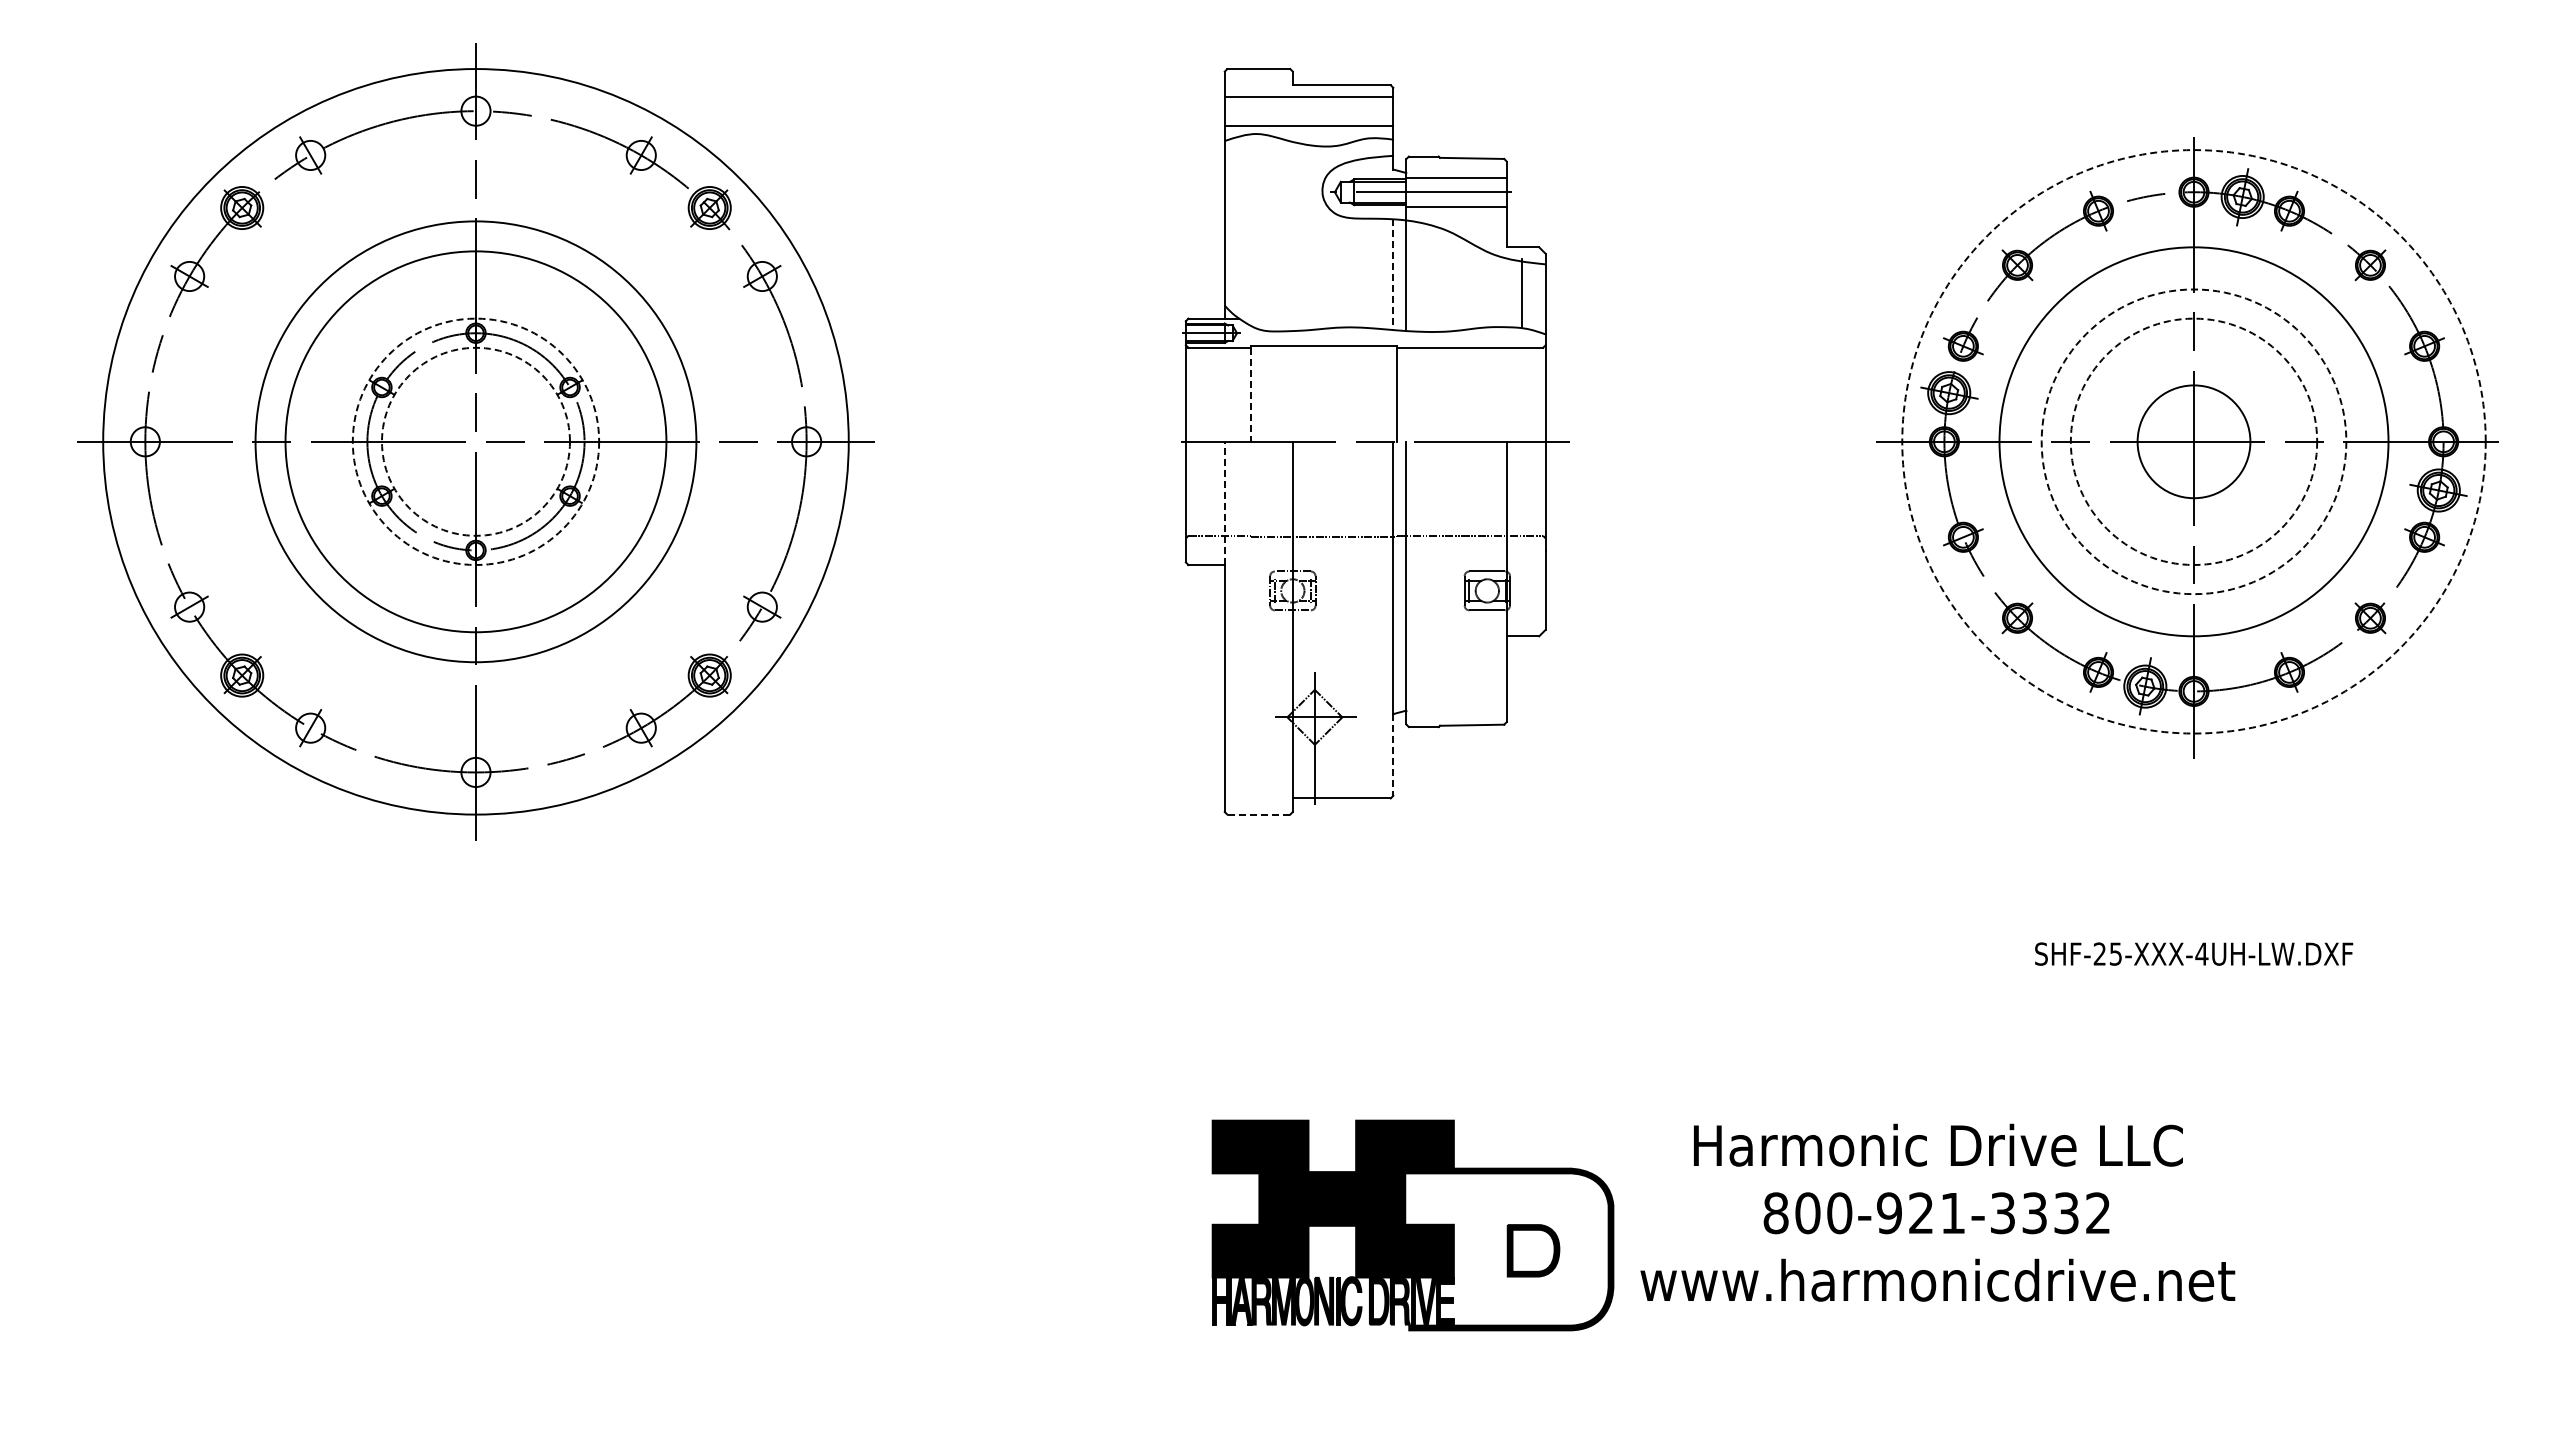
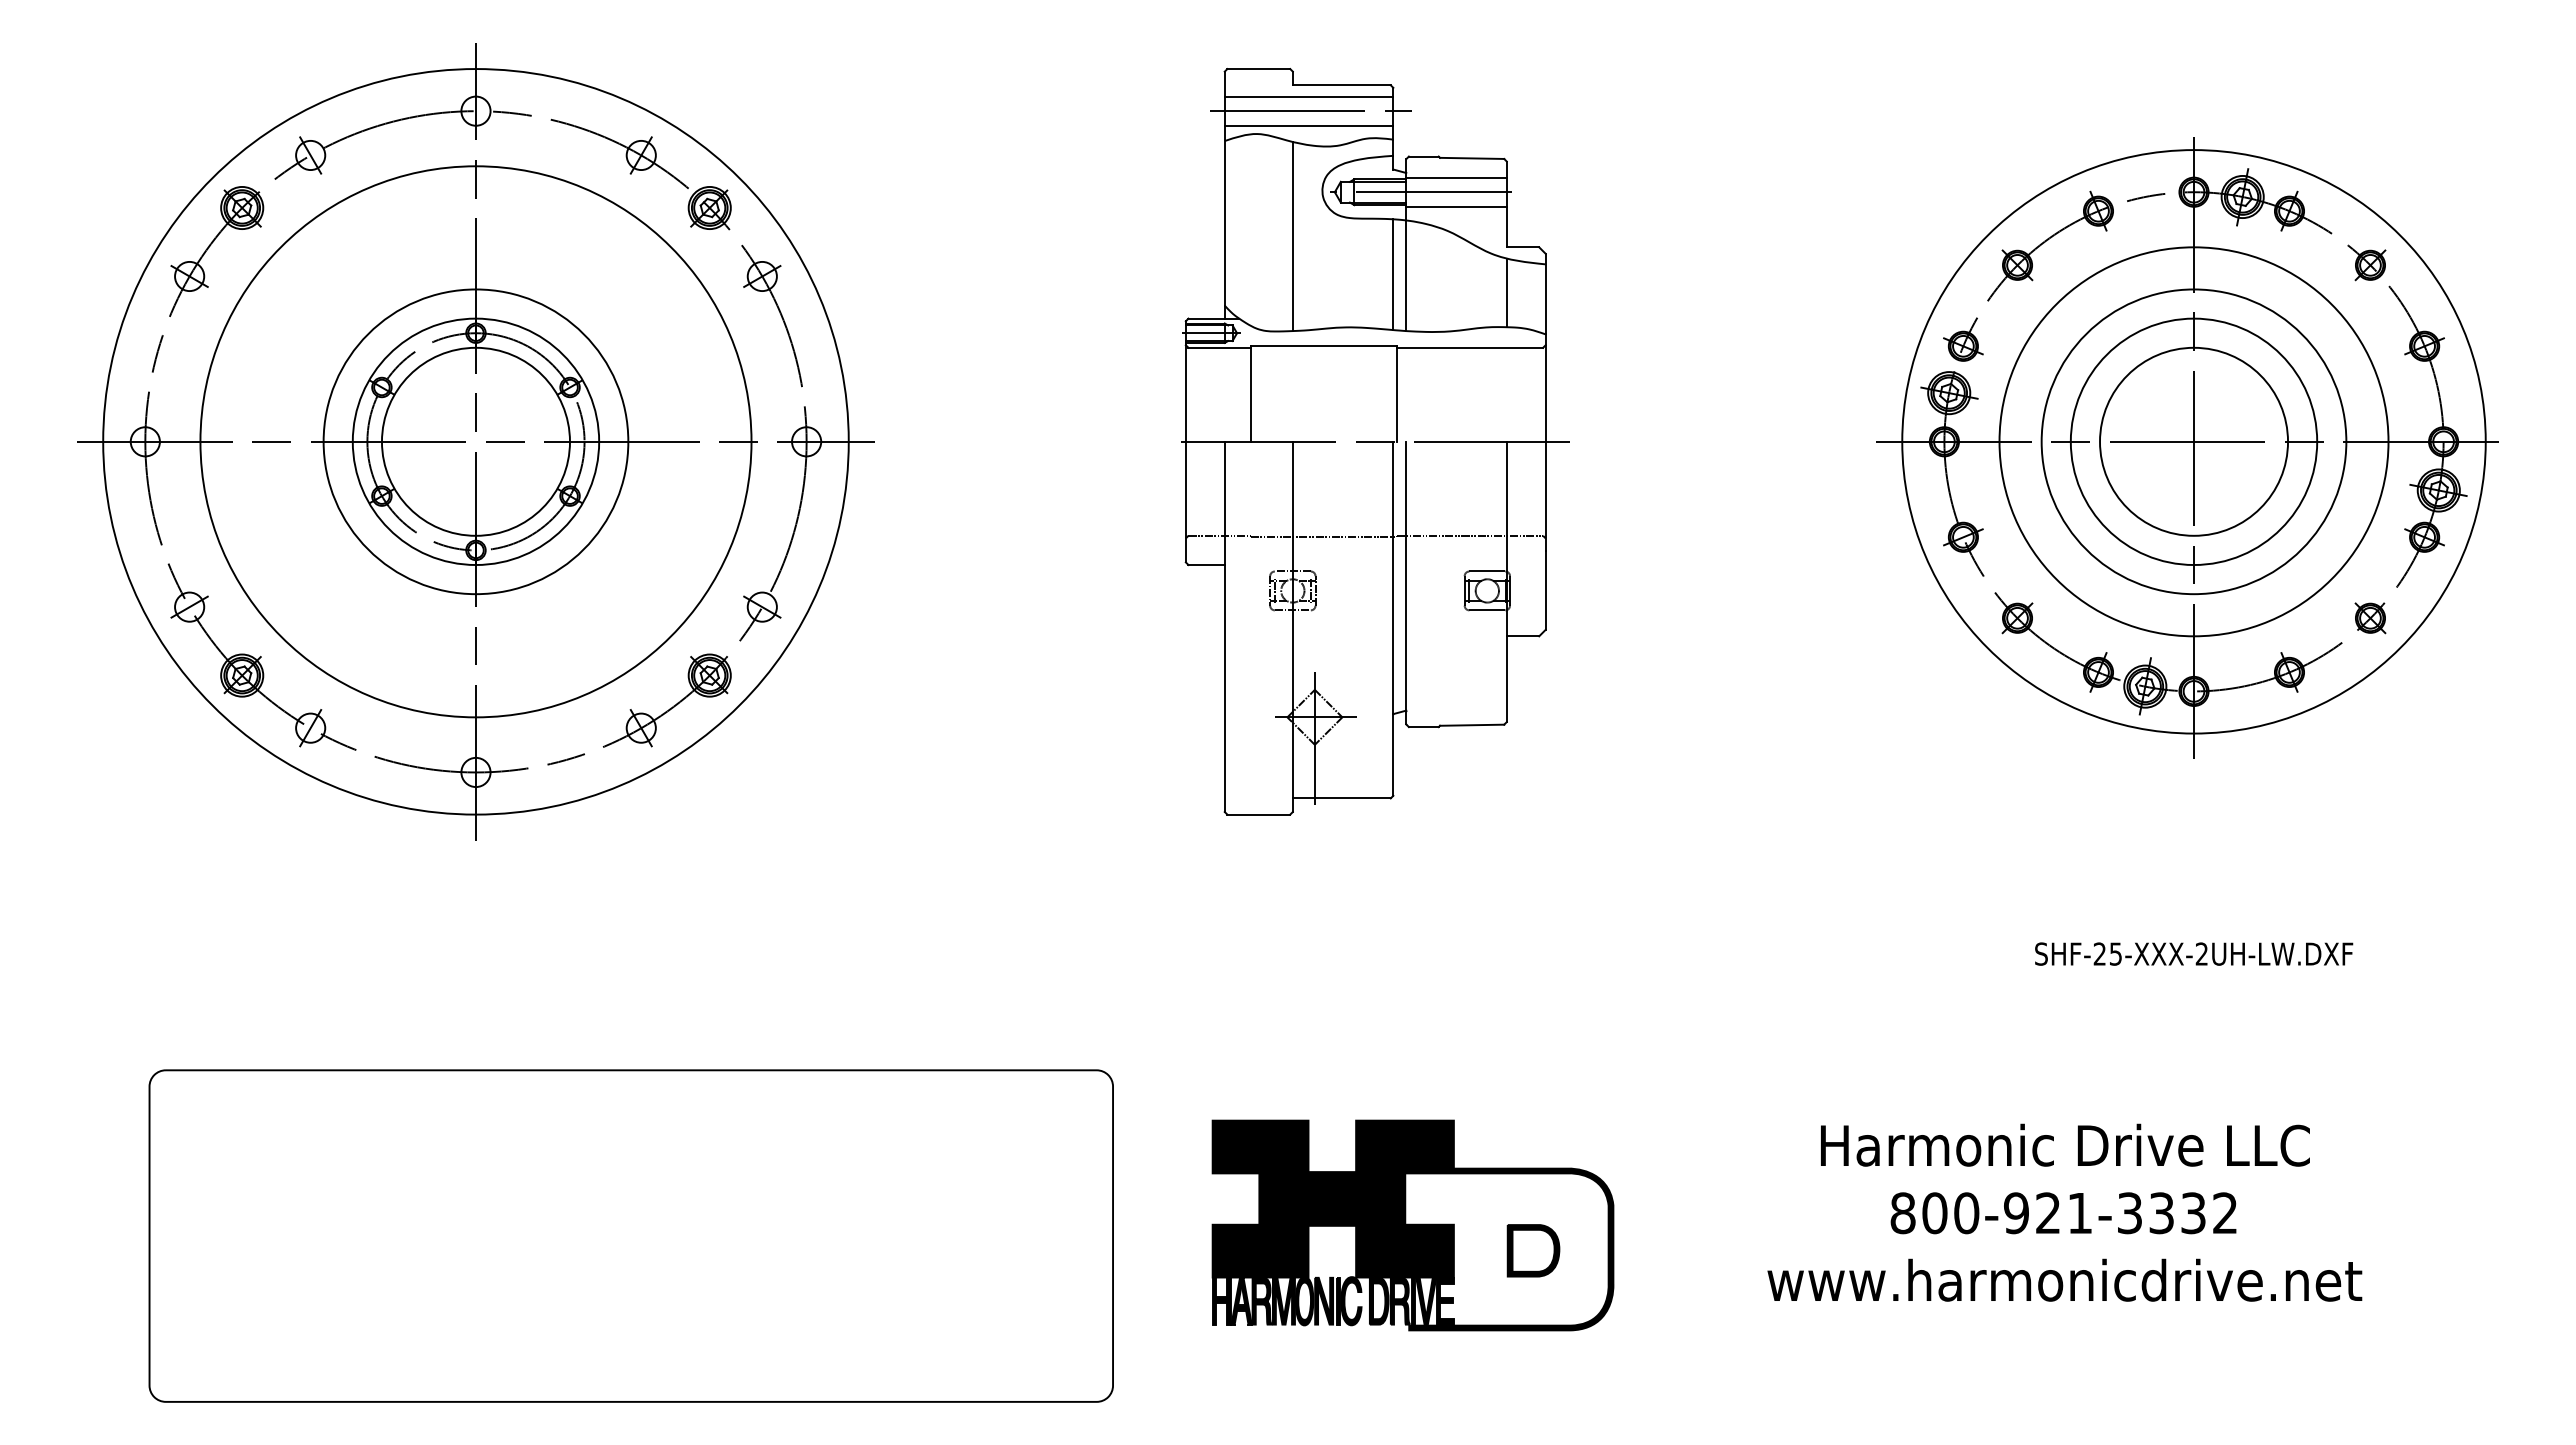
line at (1310, 111): none -> present
line at (1292, 236): none -> present
line at (1393, 275): dashed -> solid
line at (1521, 292) position: (1521, 292) -> (1506, 292)
line at (1250, 395): dashed -> solid
circle at (475, 441) diameter: 381 px -> 305 px
circle at (475, 441) diameter: 441 px -> 551 px
circle at (475, 441): dashed -> solid
circle at (475, 441): dashed -> solid
circle at (2193, 441) diameter: 113 px -> 188 px
circle at (2193, 441): dashed -> solid
circle at (2193, 441): dashed -> solid
circle at (2193, 441): dashed -> solid
line at (1224, 503): dashed -> solid
line at (1393, 754): dashed -> solid
line at (1258, 814): dashed -> solid
text at (2201, 953): SHF-25-XXX-4UH-LW.DXF -> SHF-25-XXX-2UH-LW.DXF
text at (1937, 1212) position: (1937, 1212) -> (2064, 1212)
part at (630, 1235): none -> present
